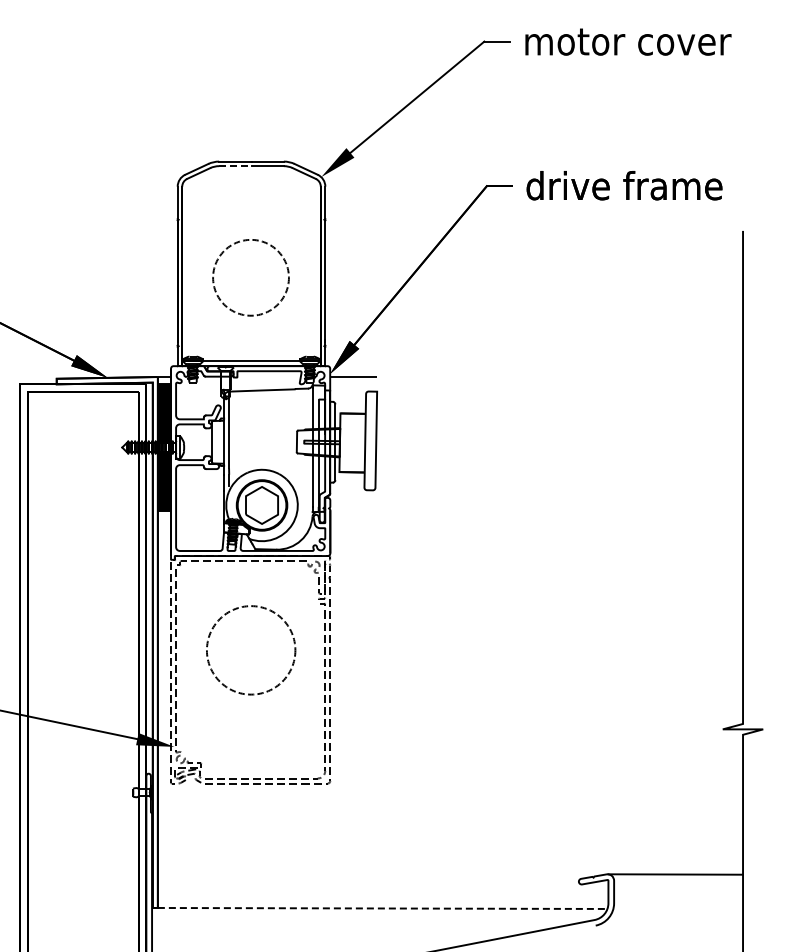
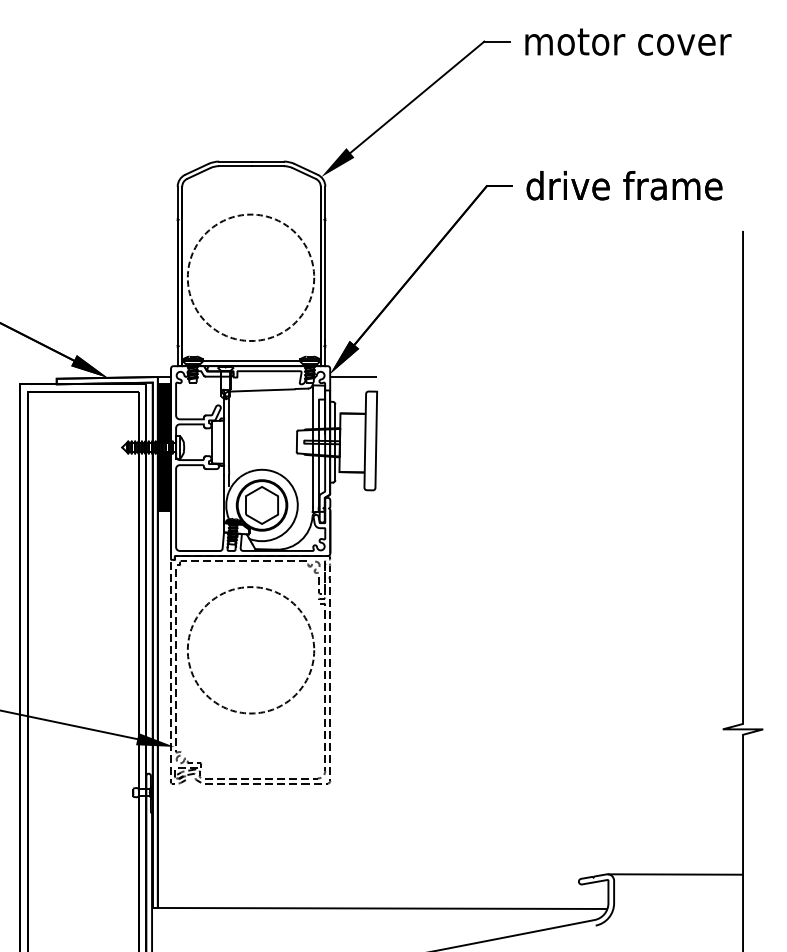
line at (235, 166): dashed -> solid
circle at (250, 277) diameter: 76 px -> 126 px
circle at (251, 650) size: 91x91 px -> 129x129 px
line at (382, 908): dashed -> solid
